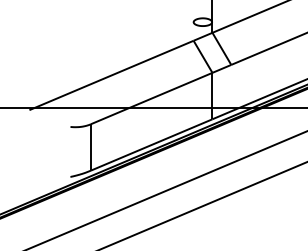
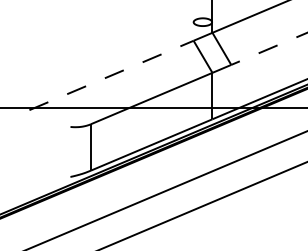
line at (268, 49): solid -> dashed
line at (112, 75): solid -> dashed
